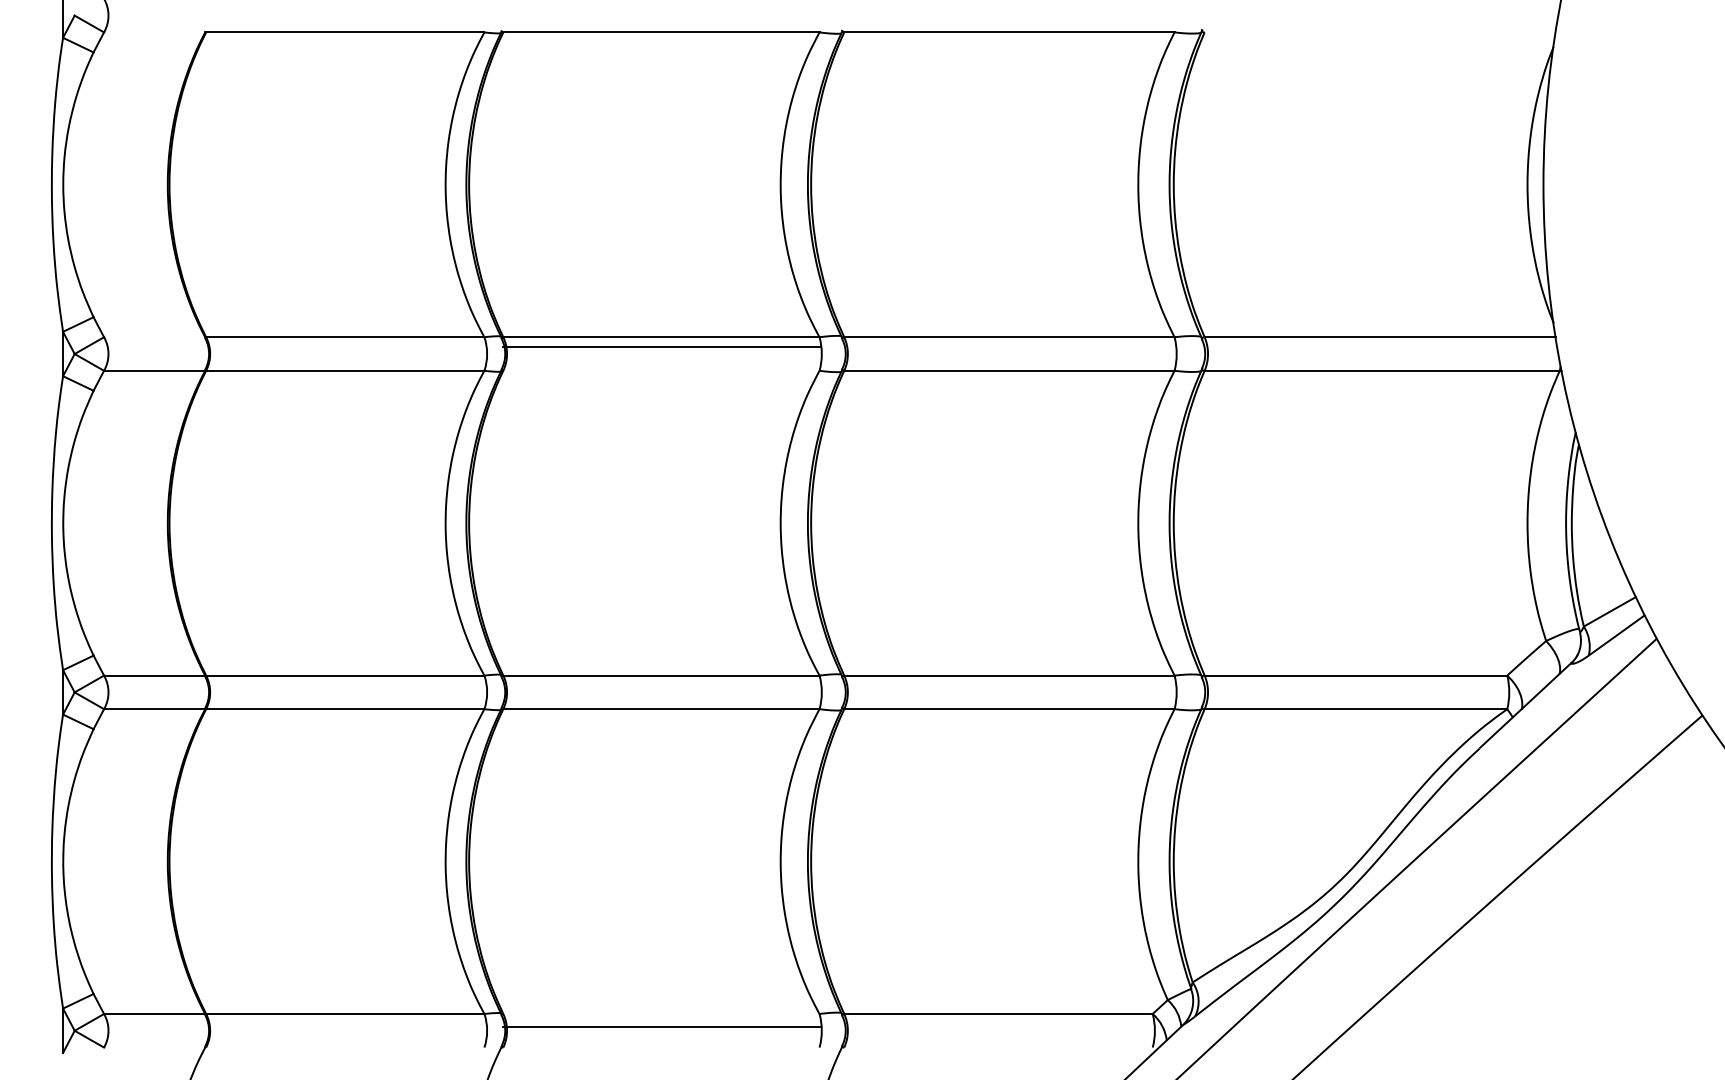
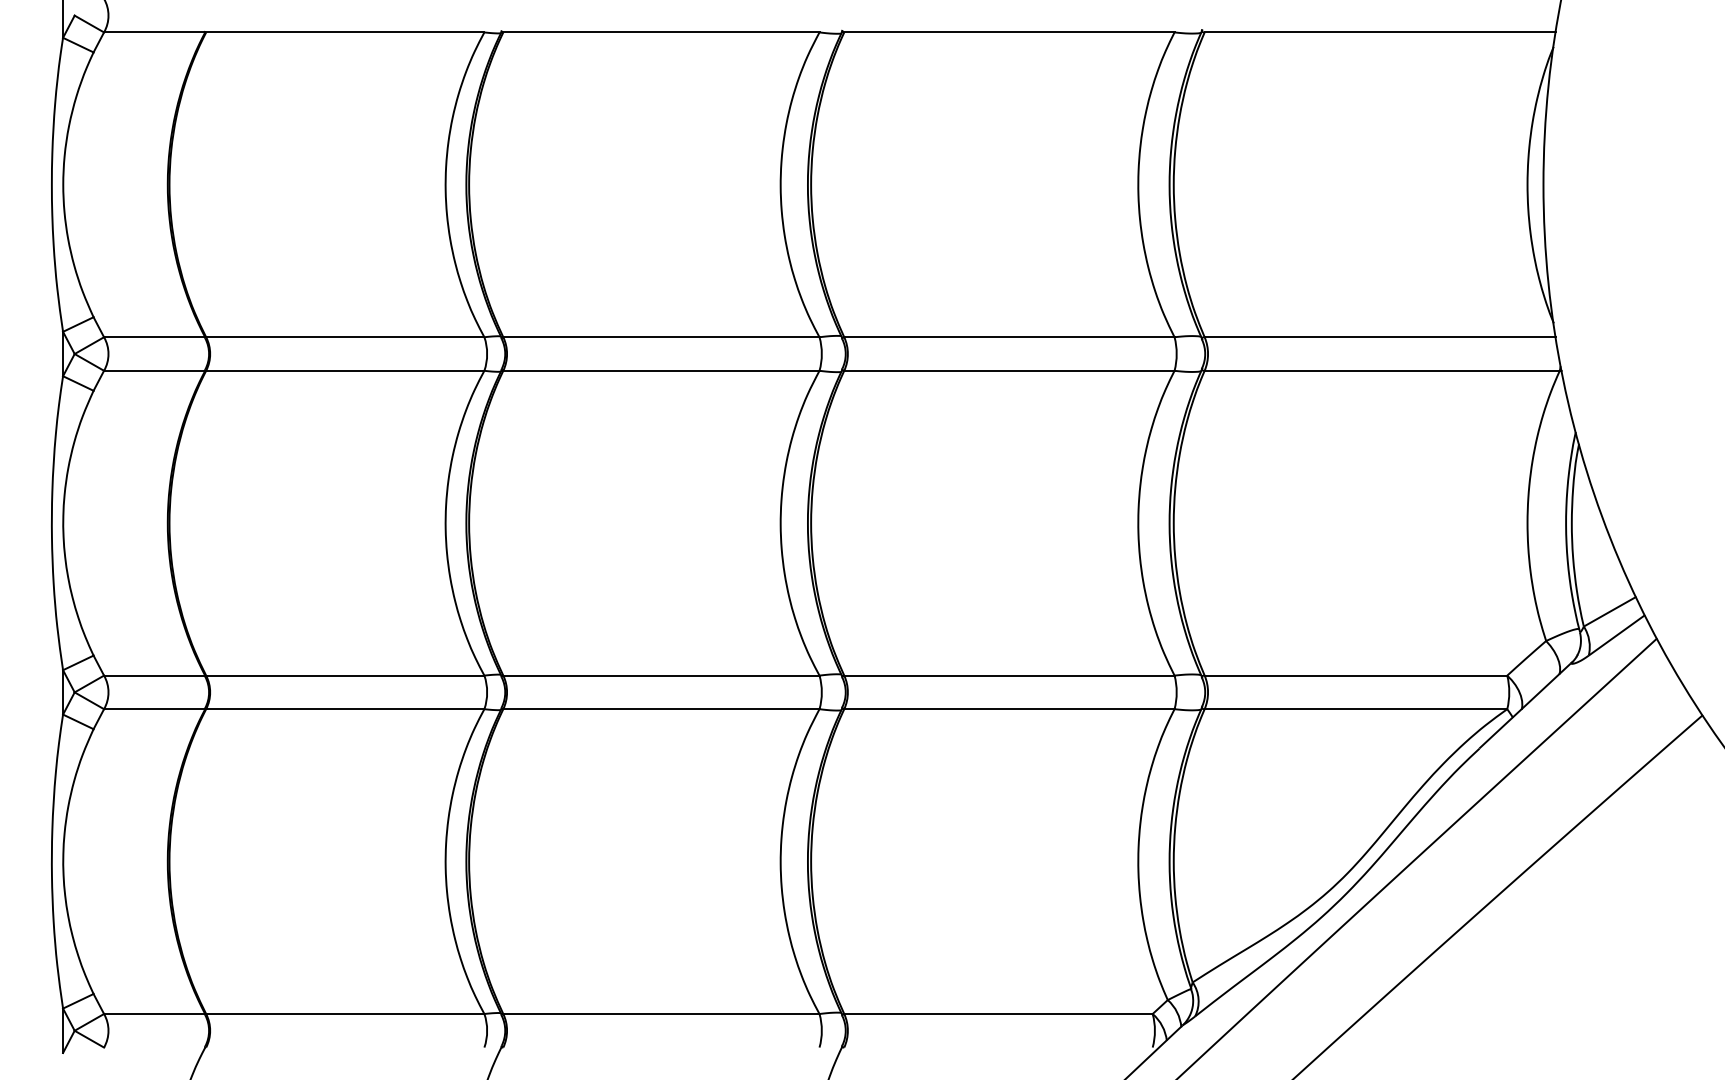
line at (154, 32): none -> present
line at (1379, 32): none -> present
line at (154, 337): none -> present
line at (661, 346) position: (661, 346) -> (661, 370)
line at (661, 1027) position: (661, 1027) -> (661, 1014)
